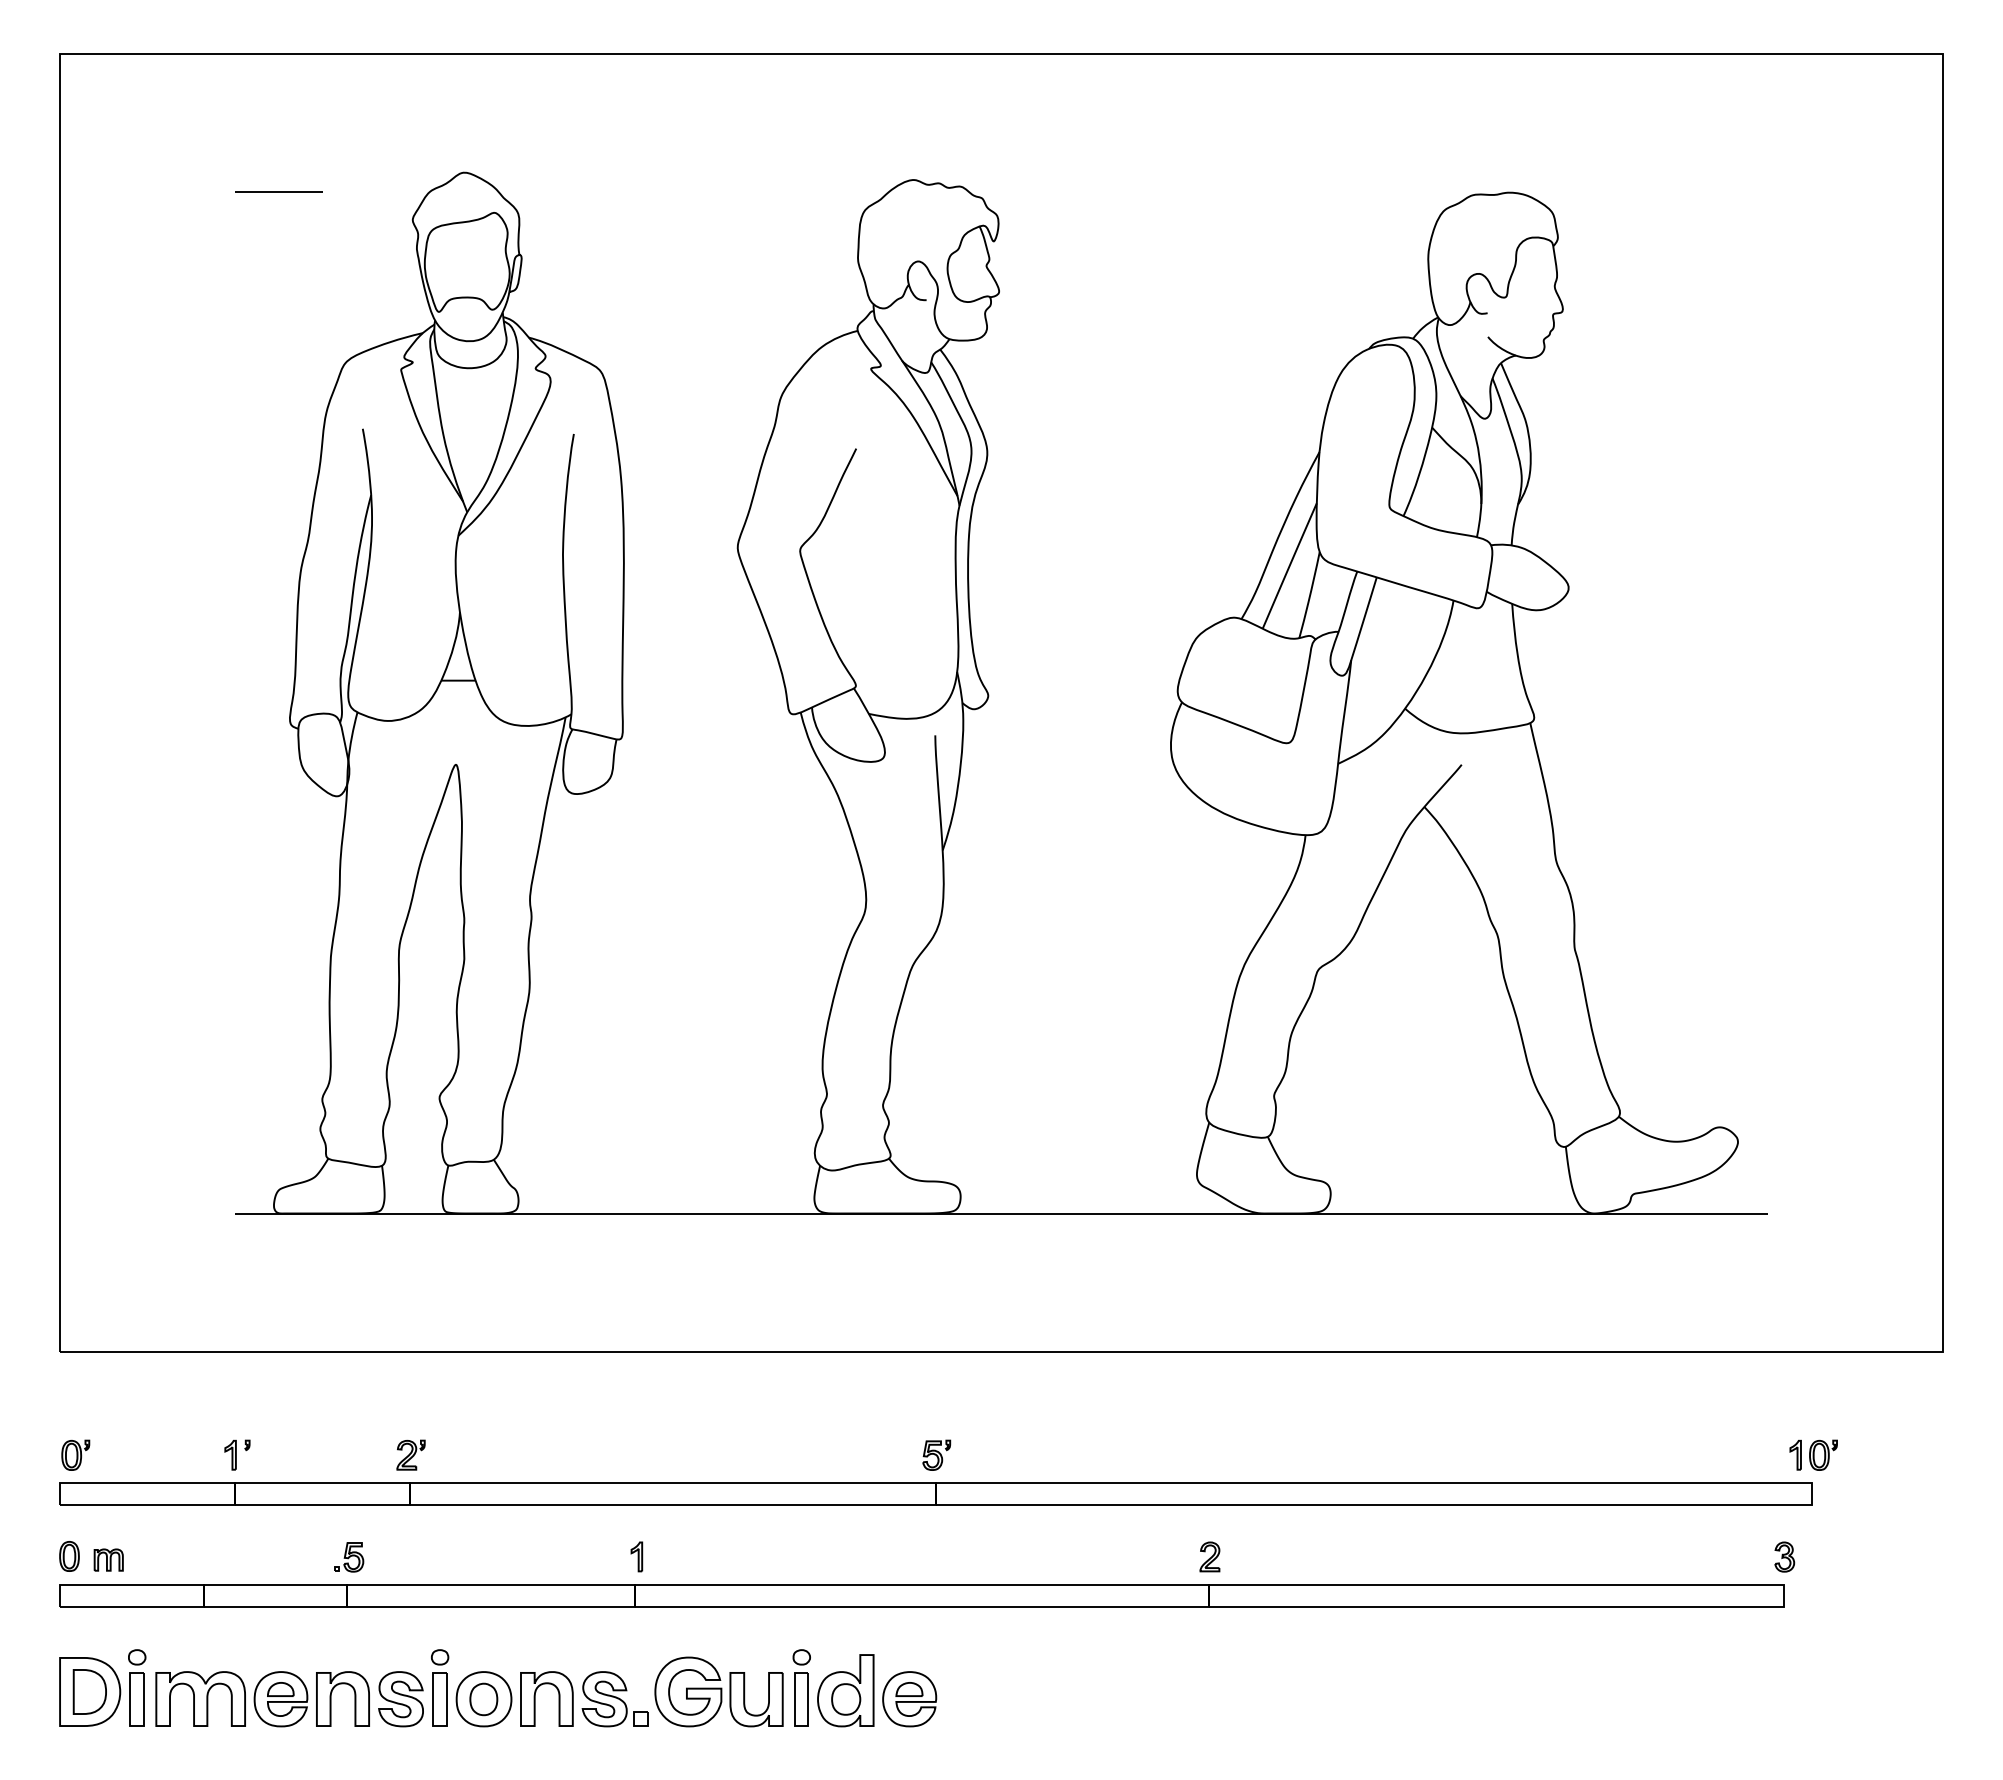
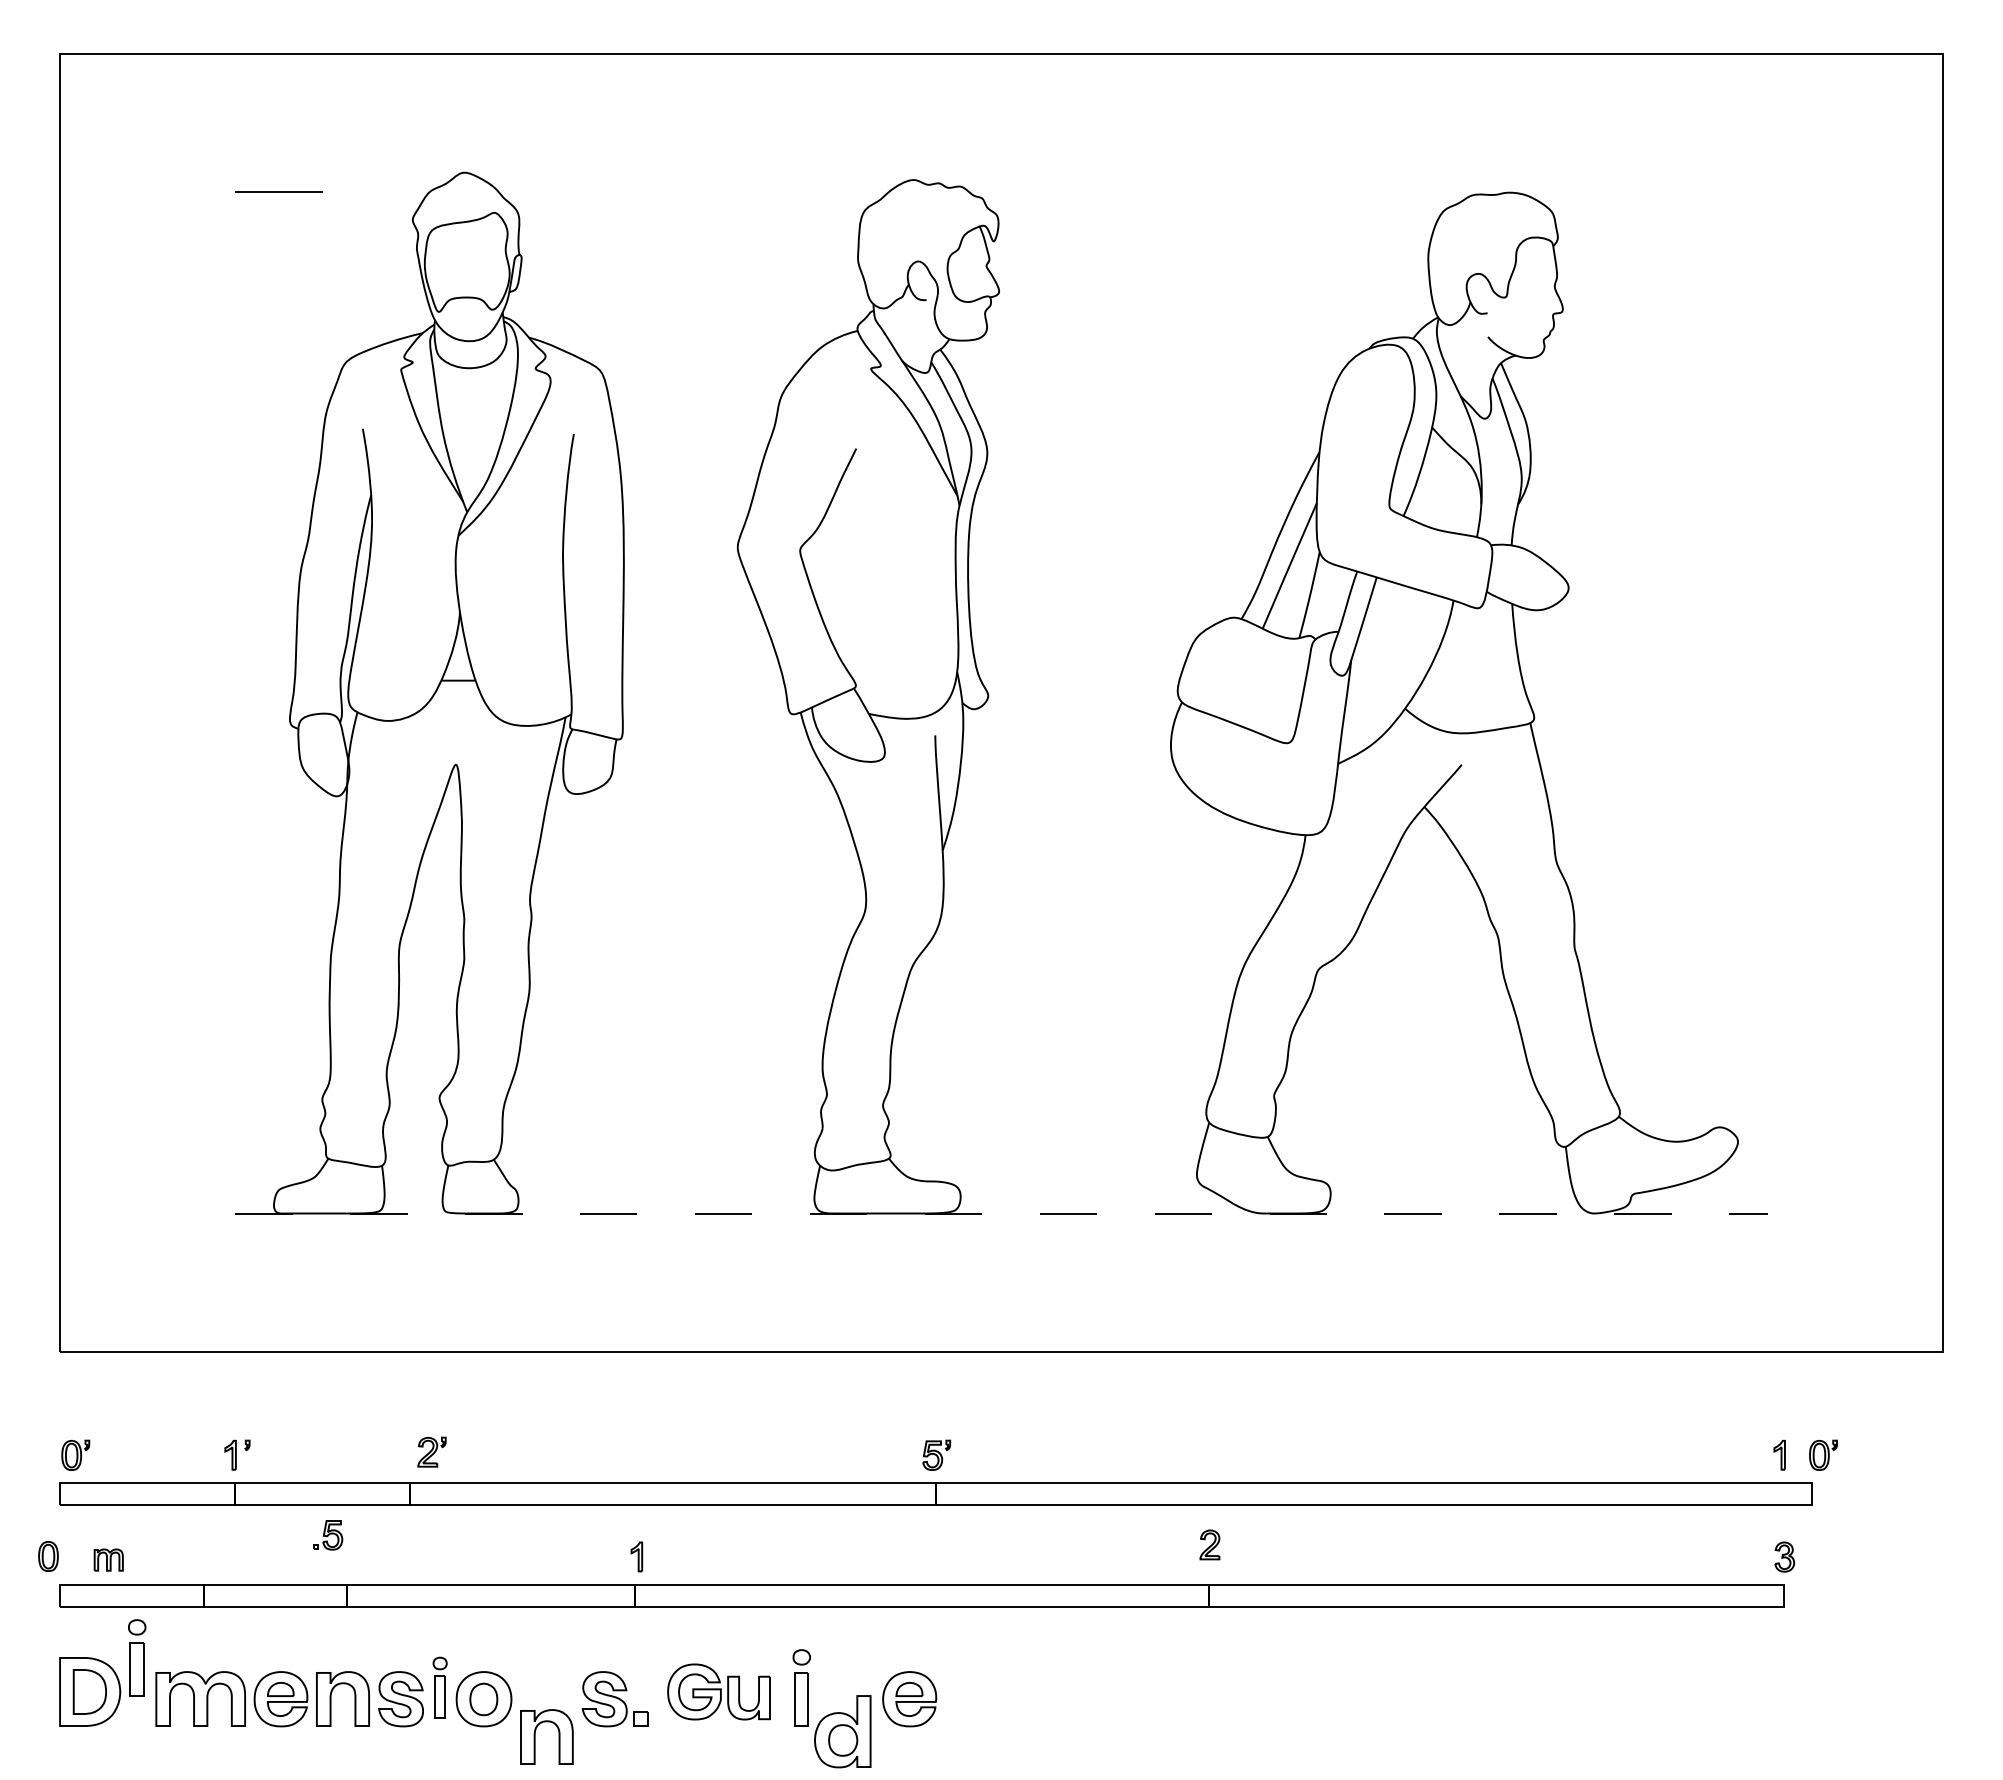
line at (1001, 1213): solid -> dashed
part at (410, 1454) position: (410, 1454) -> (431, 1451)
part at (1795, 1454) position: (1795, 1454) -> (1779, 1454)
part at (69, 1556) position: (69, 1556) -> (48, 1556)
part at (1209, 1556) position: (1209, 1556) -> (1209, 1544)
part at (349, 1557) position: (349, 1557) -> (328, 1535)
part at (137, 1687) position: (137, 1687) -> (137, 1657)
part at (440, 1687) size: 19x78 px -> 16x63 px
part at (845, 1690) position: (845, 1690) -> (842, 1731)
part at (718, 1691) size: 130x72 px -> 104x58 px
part at (535, 1698) position: (535, 1698) -> (535, 1736)
